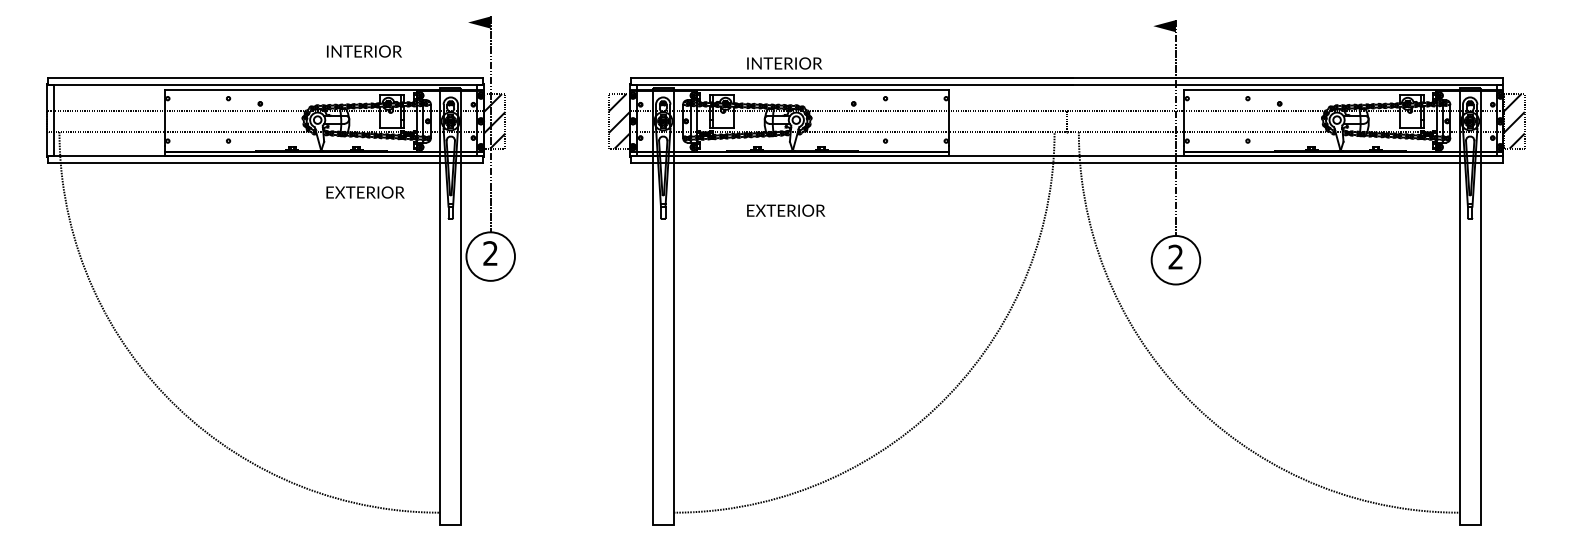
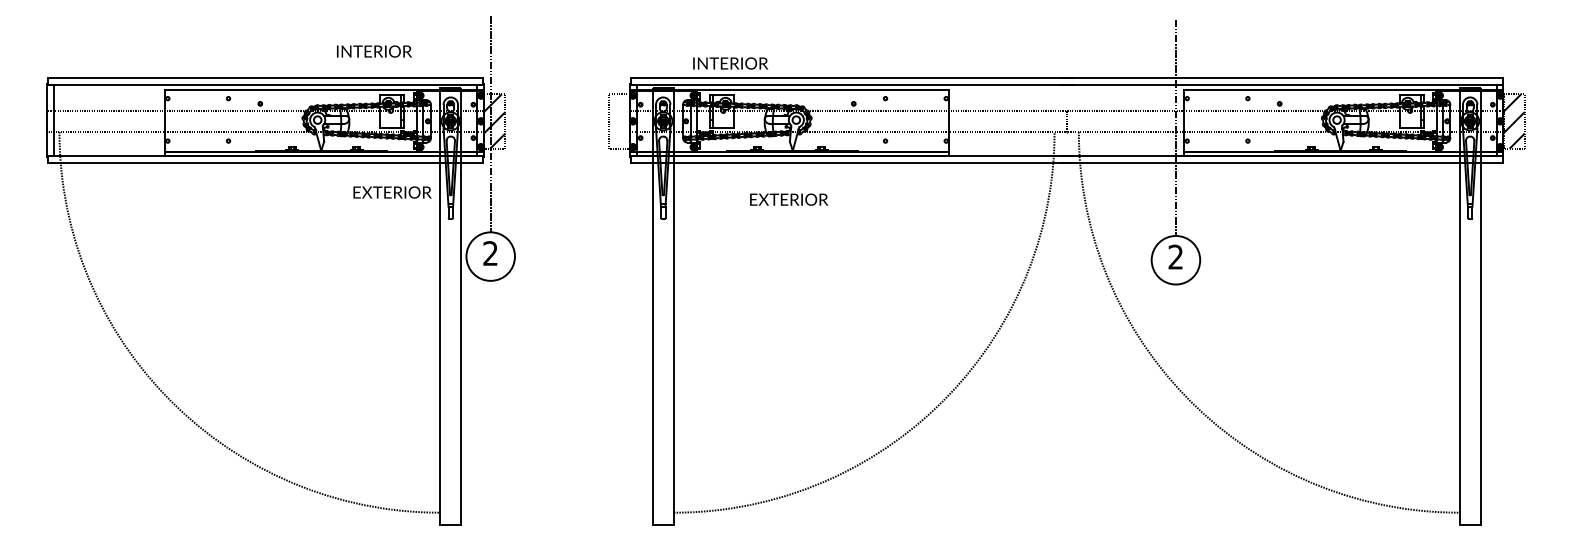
fill at (479, 22): present -> none
fill at (1164, 26): present -> none
text at (364, 51) position: (364, 51) -> (374, 51)
text at (784, 63) position: (784, 63) -> (730, 63)
hatch at (618, 121): present -> none
text at (365, 192) position: (365, 192) -> (392, 192)
text at (786, 210) position: (786, 210) -> (789, 199)
